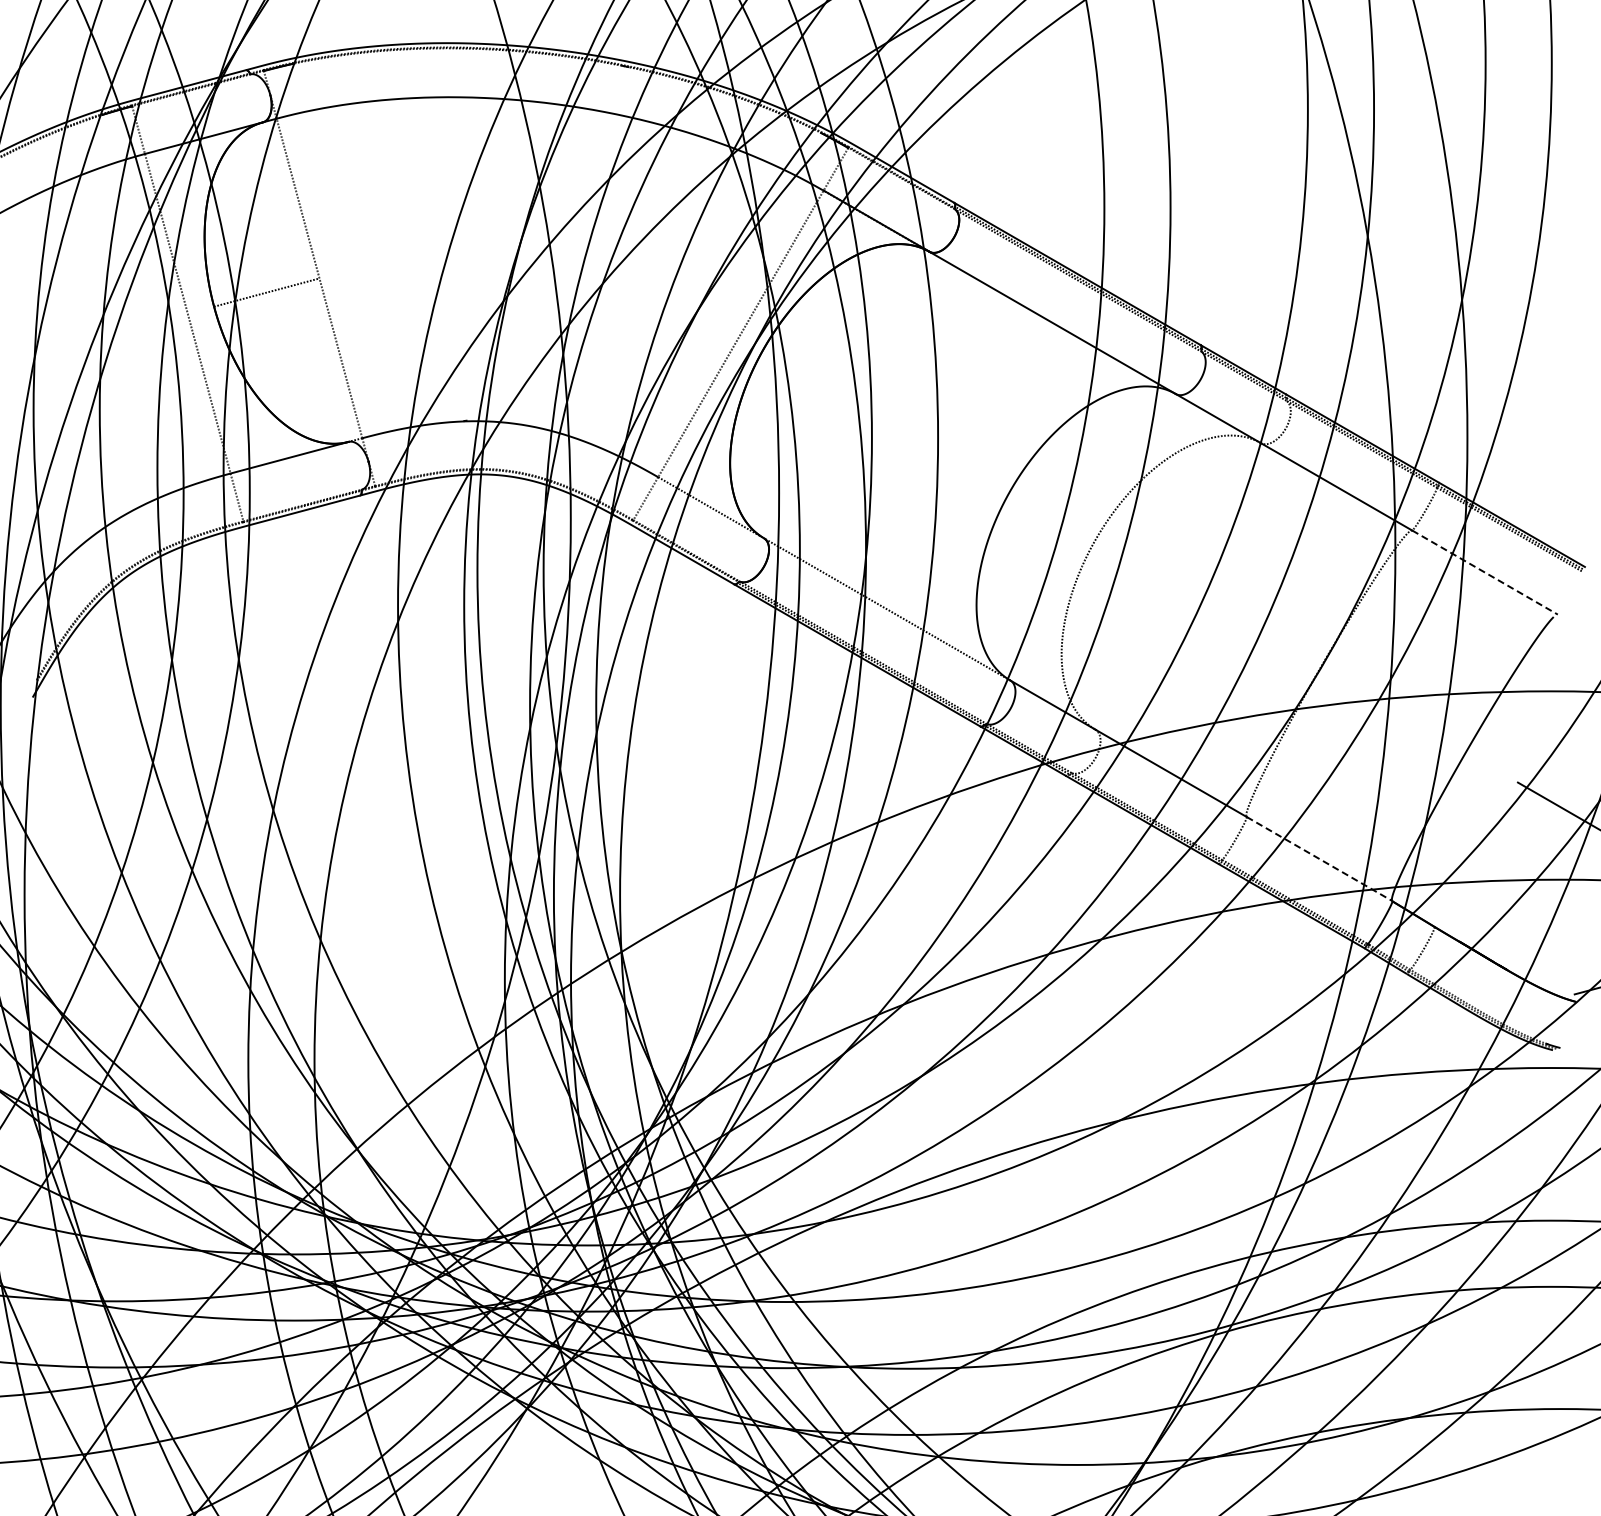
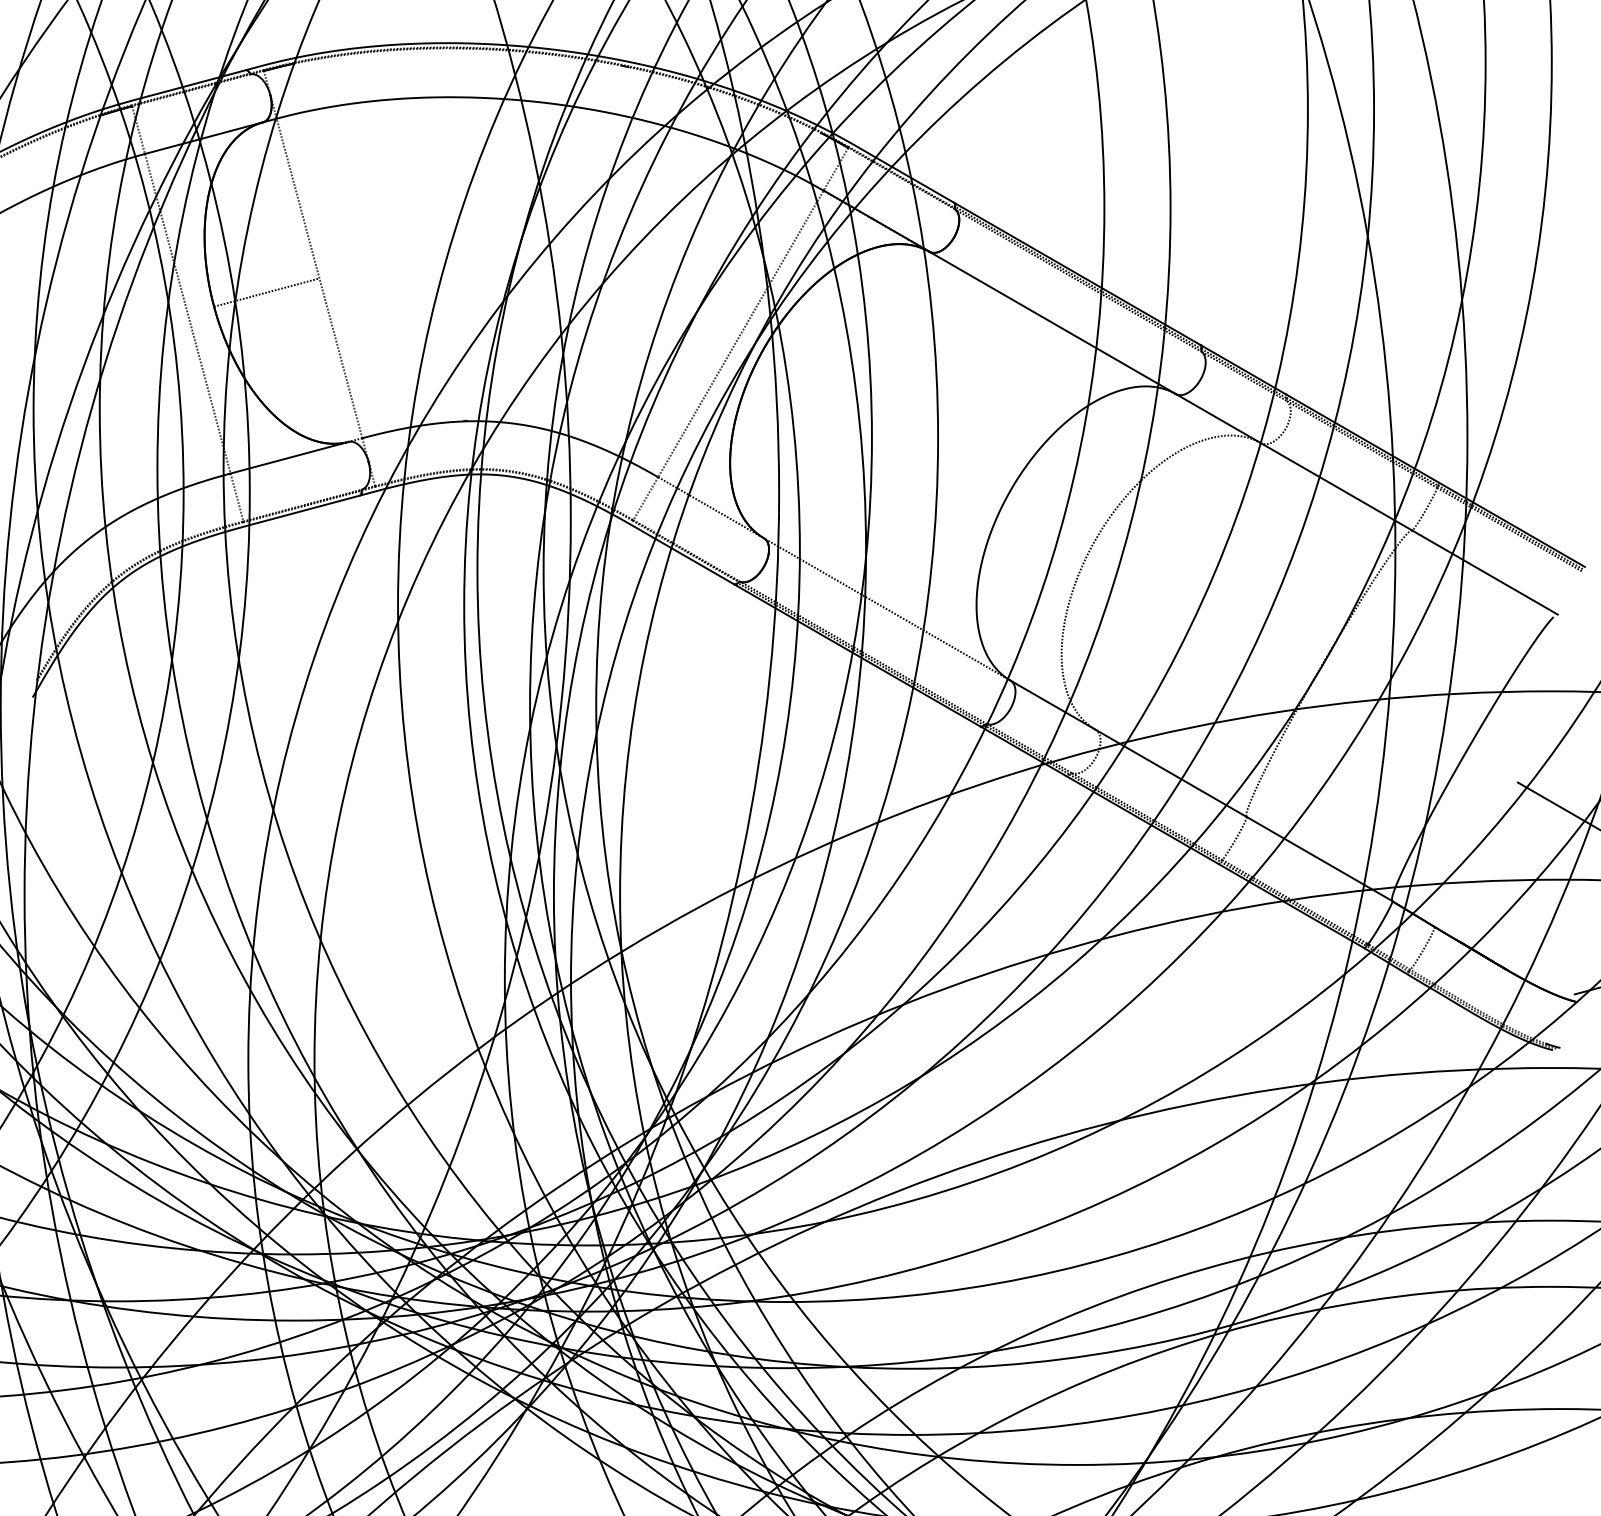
line at (1485, 572): dashed -> solid
line at (1320, 859): dashed -> solid
